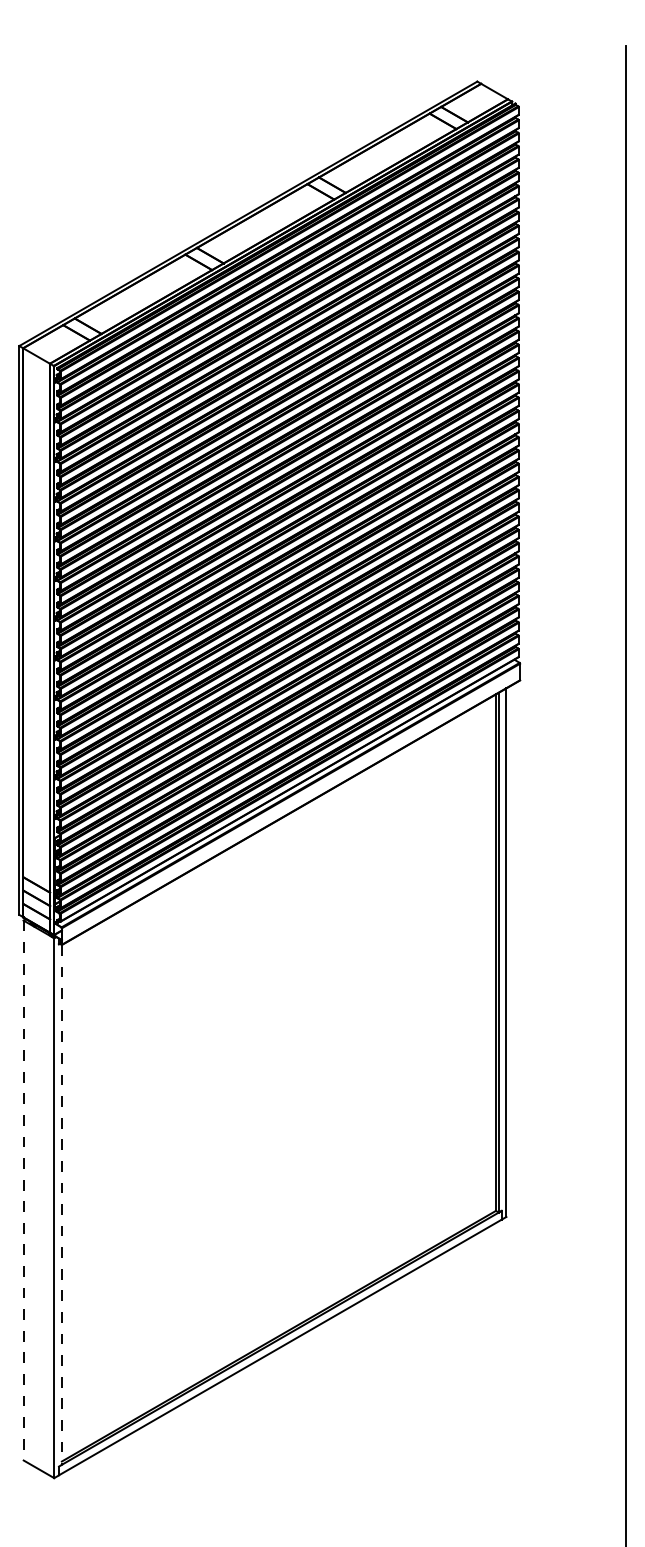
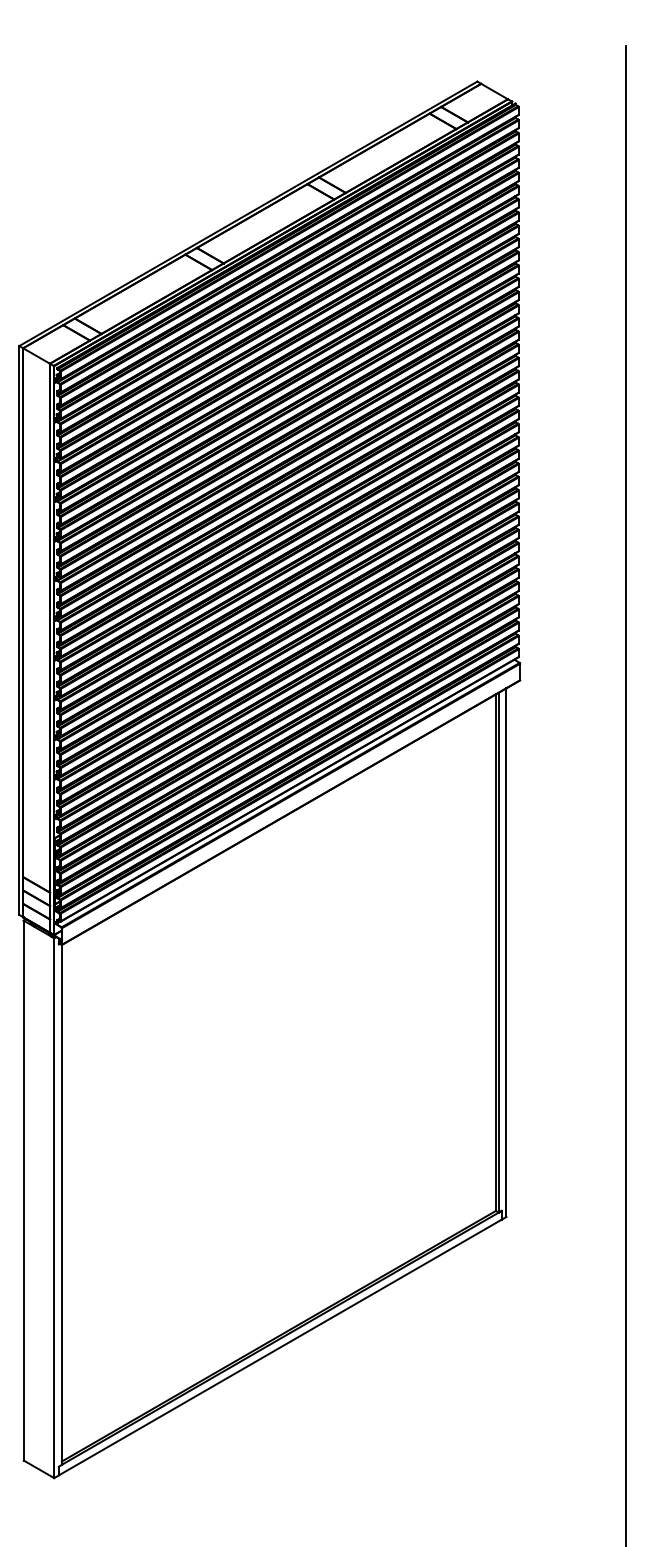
line at (23, 1190): dashed -> solid
line at (61, 1204): dashed -> solid
